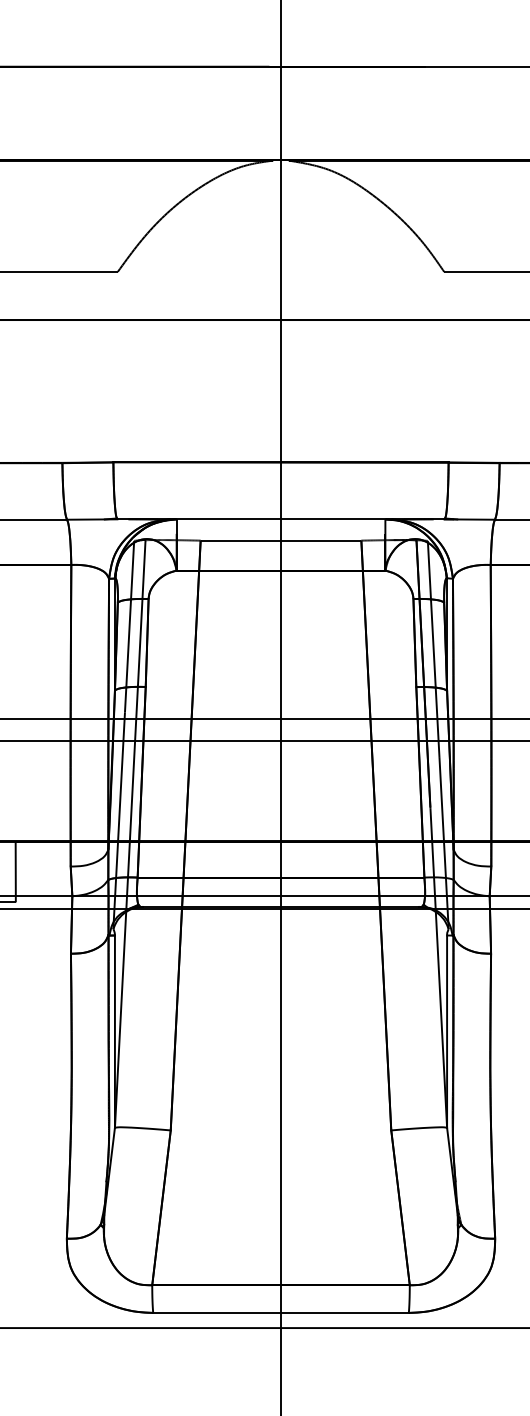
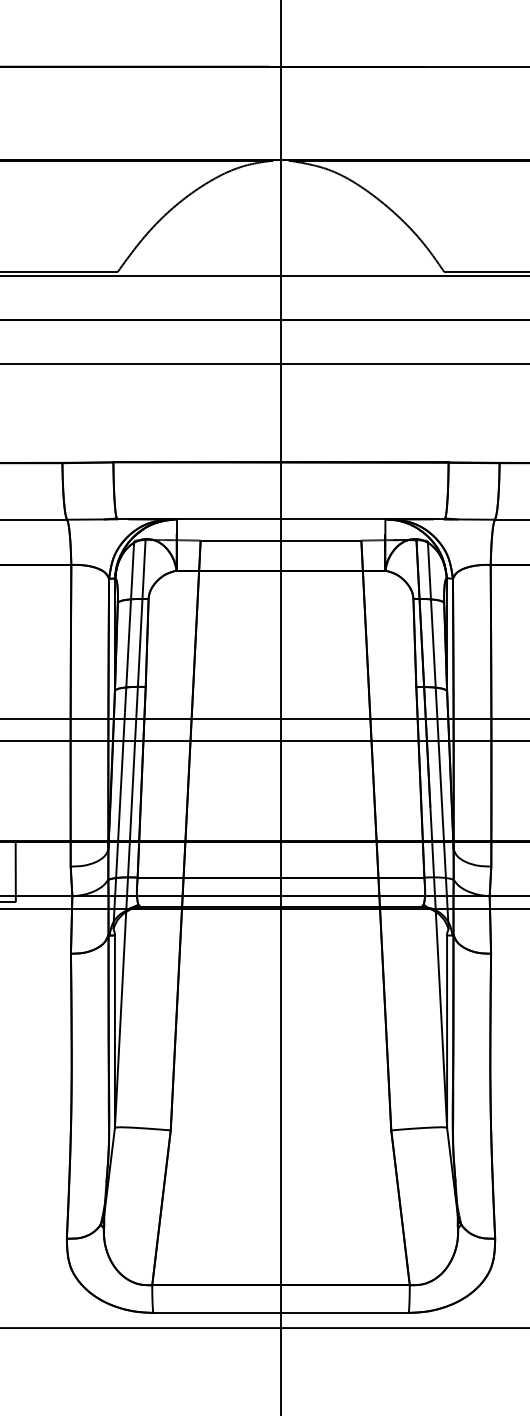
line at (264, 275): none -> present
line at (264, 364): none -> present
